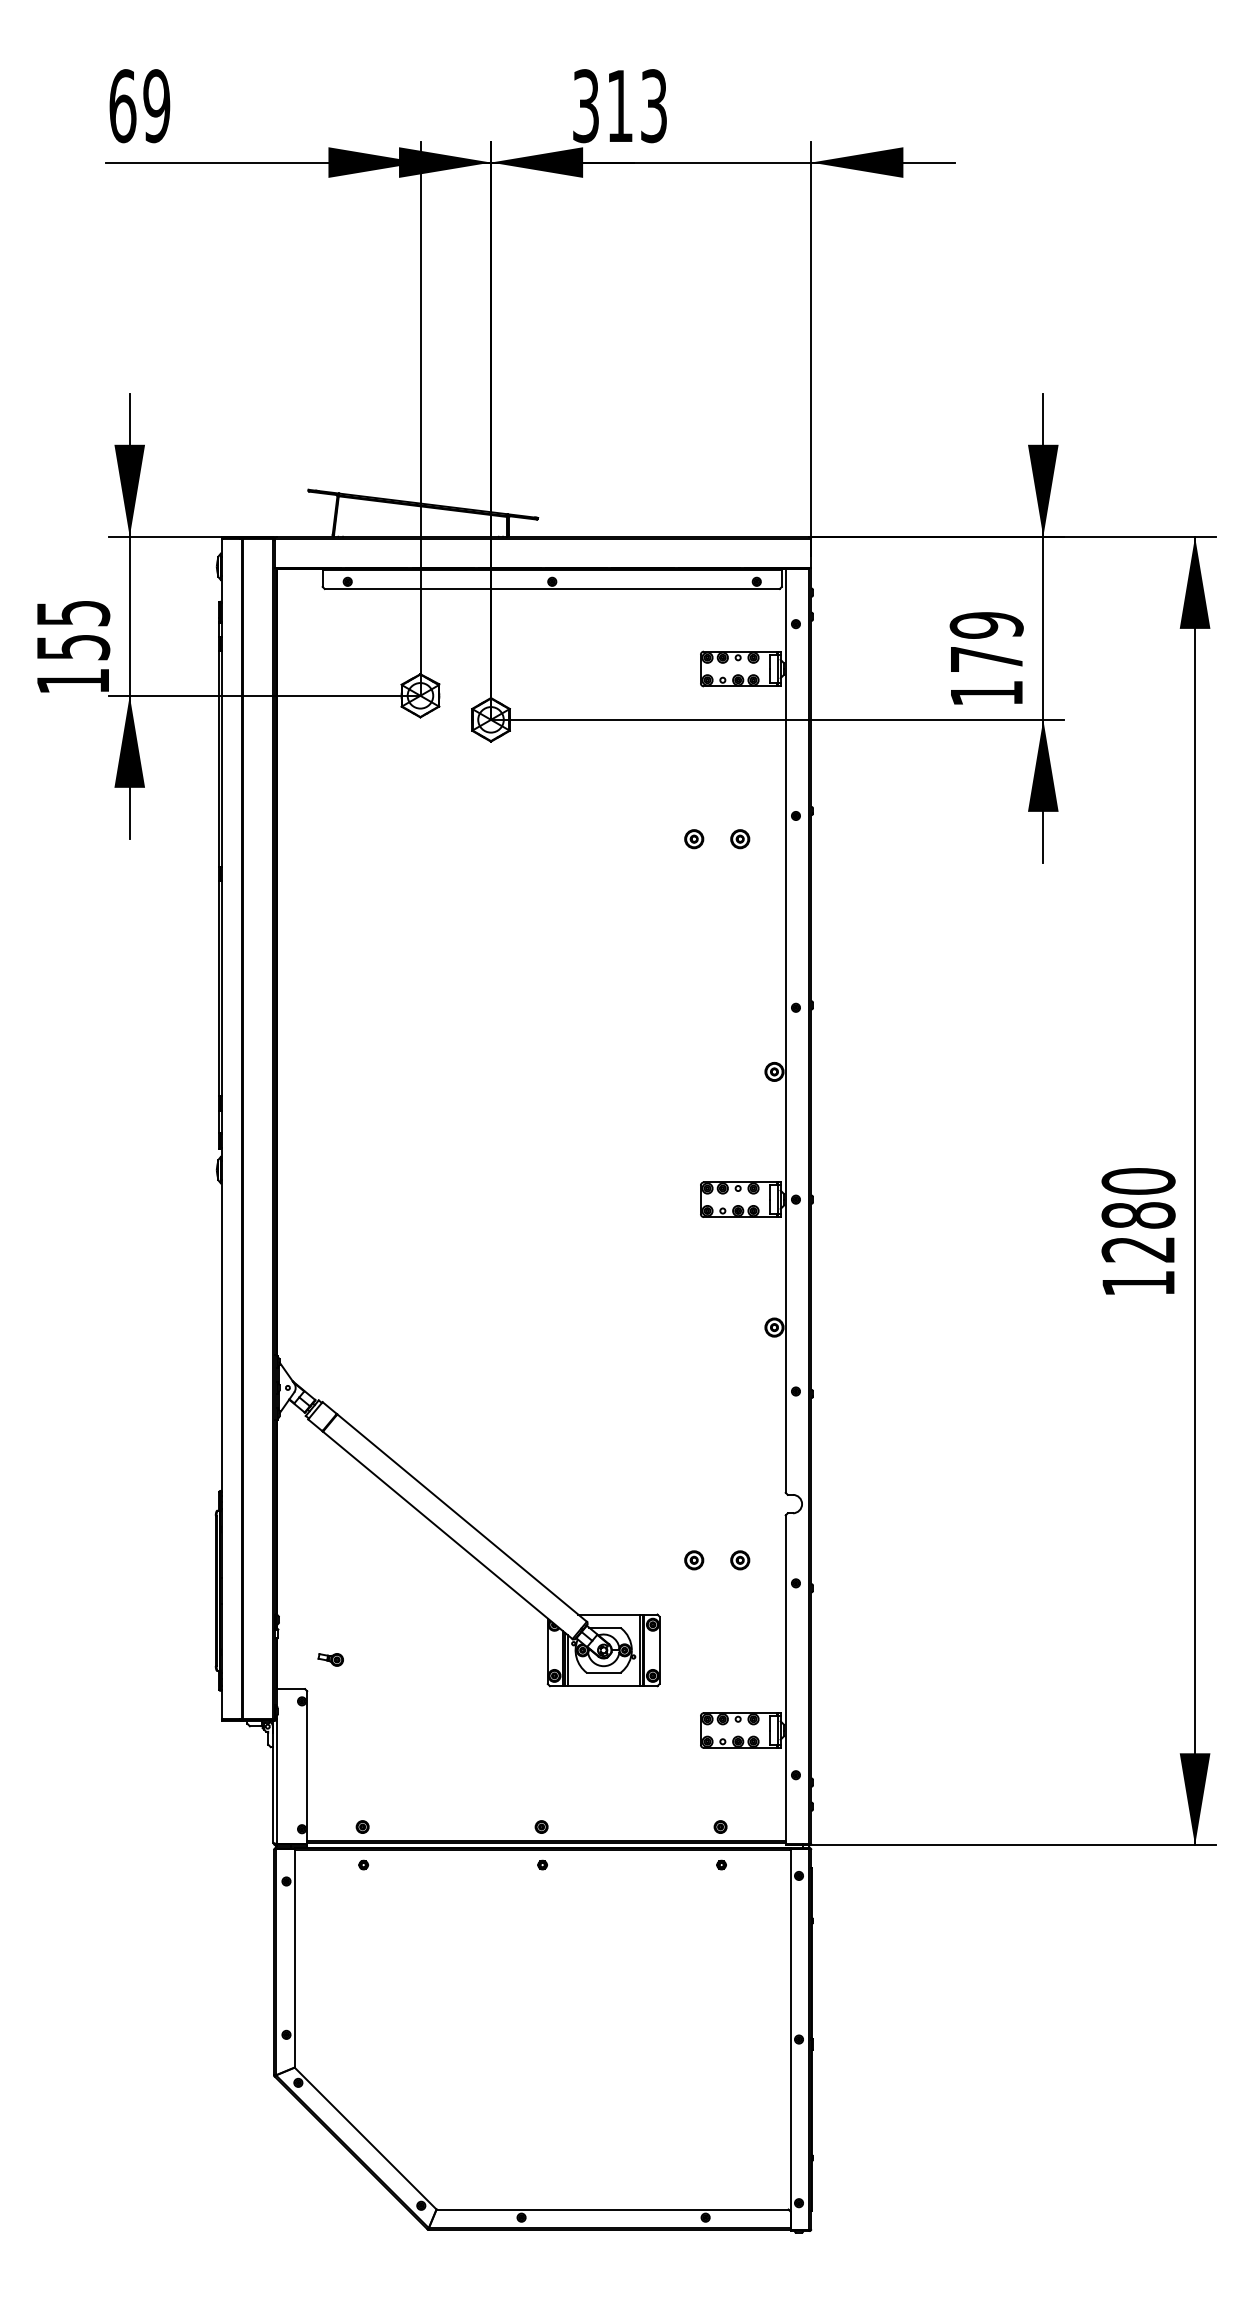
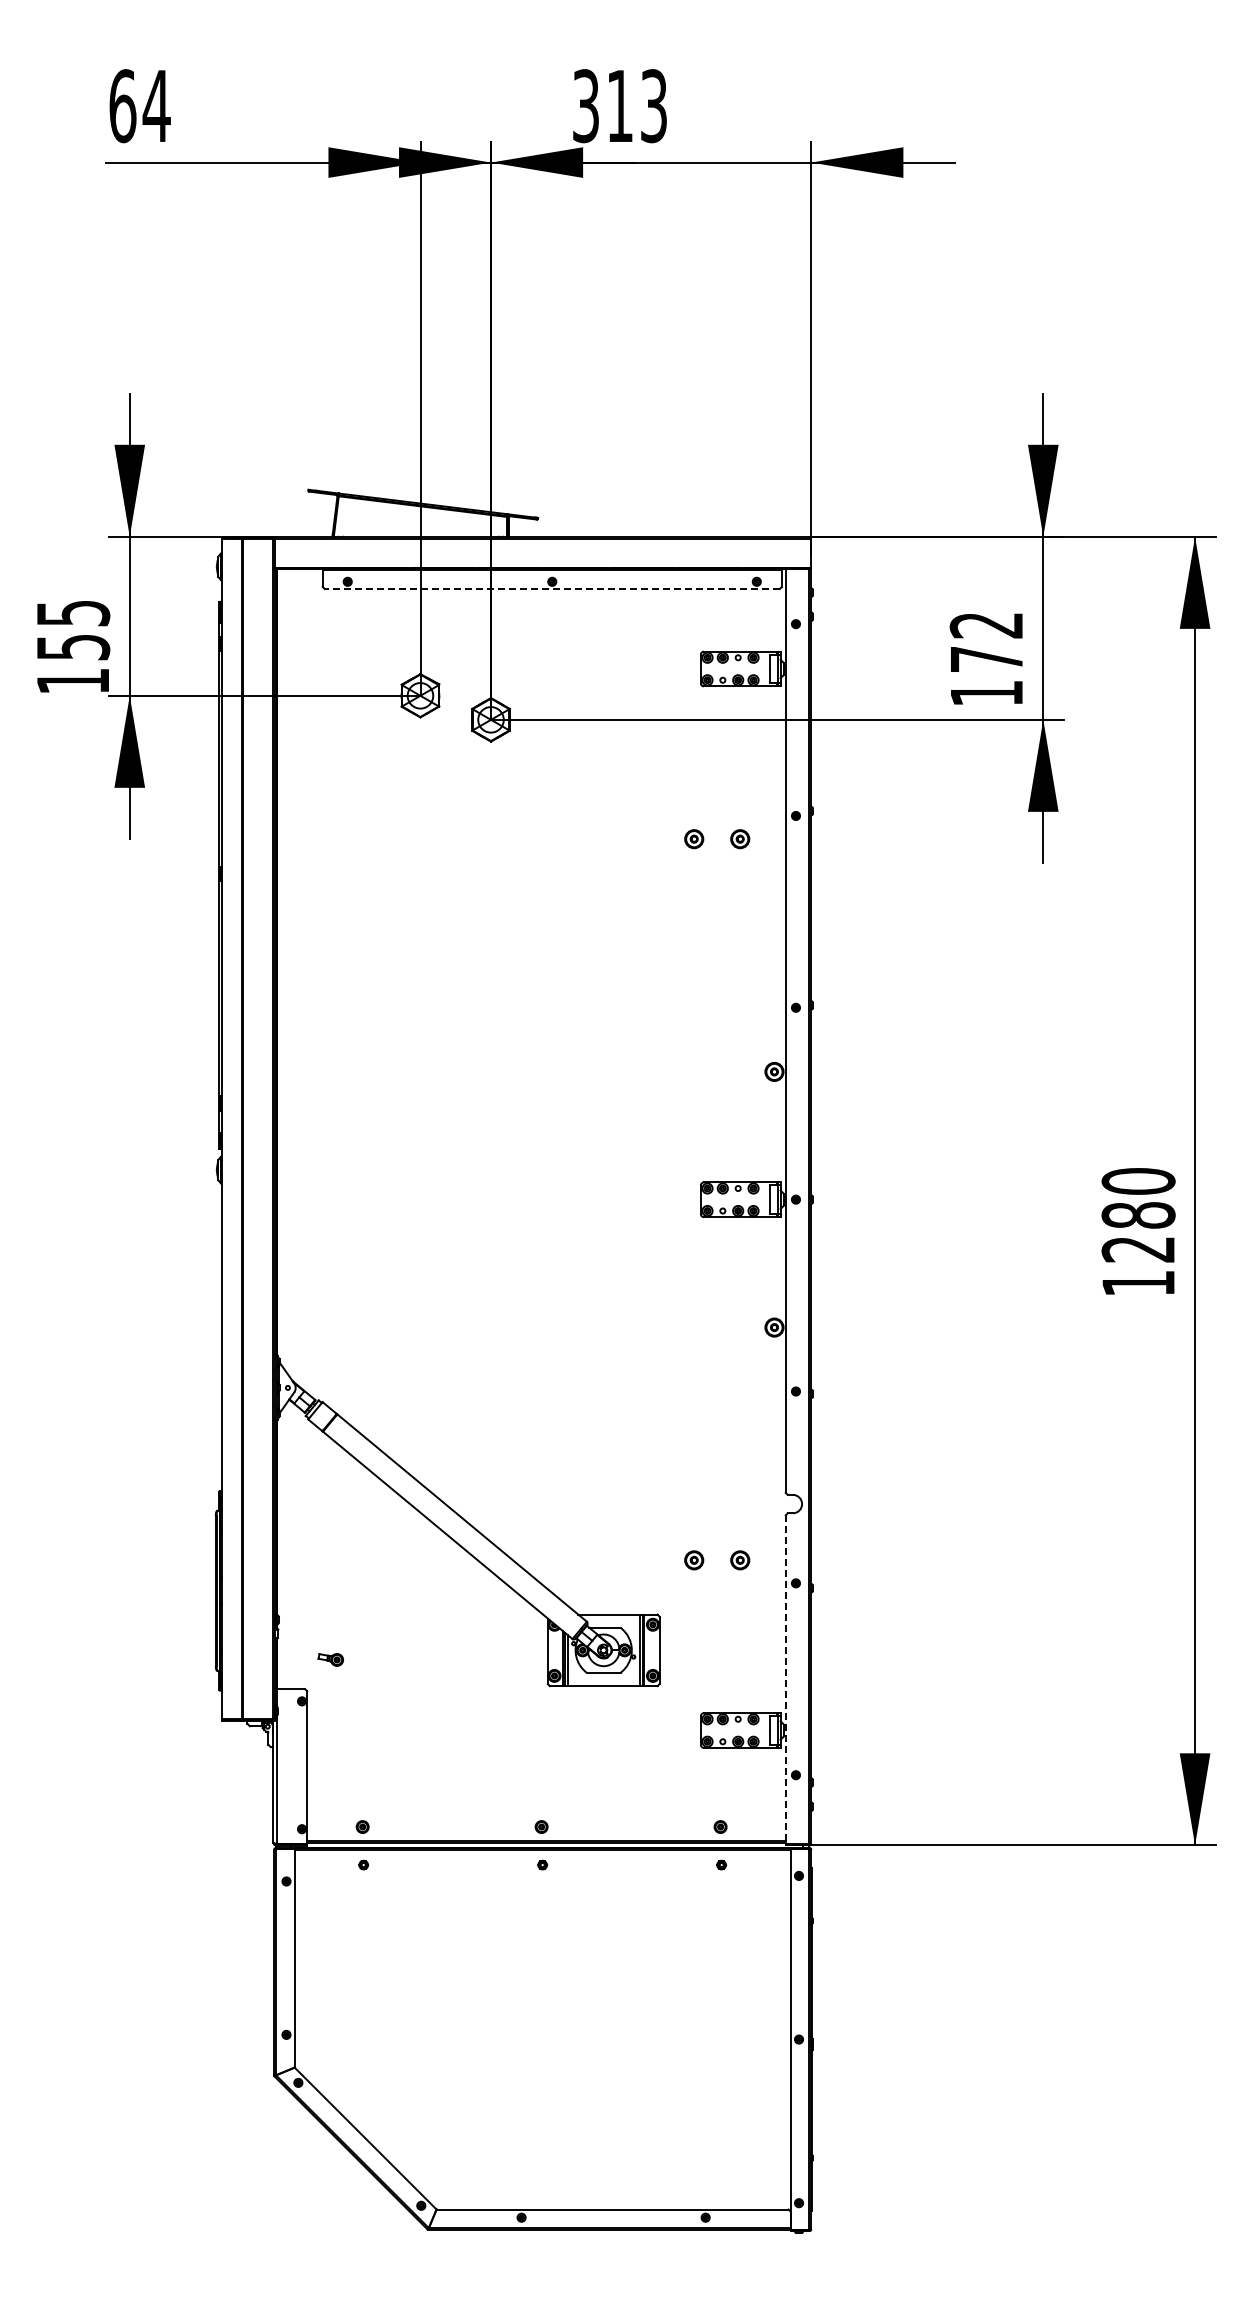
text at (156, 106): 69 -> 64
line at (552, 589): solid -> dashed
text at (986, 625): 179 -> 172
line at (785, 1680): solid -> dashed
